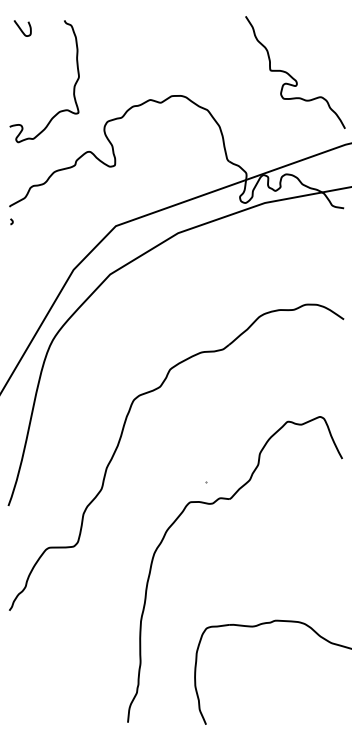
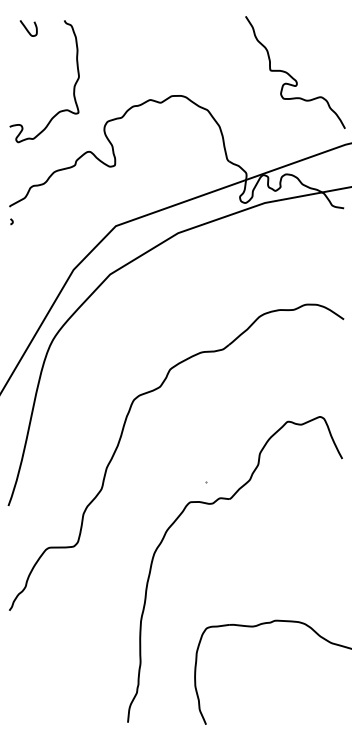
curve at (21, 28) position: (21, 28) -> (27, 28)
